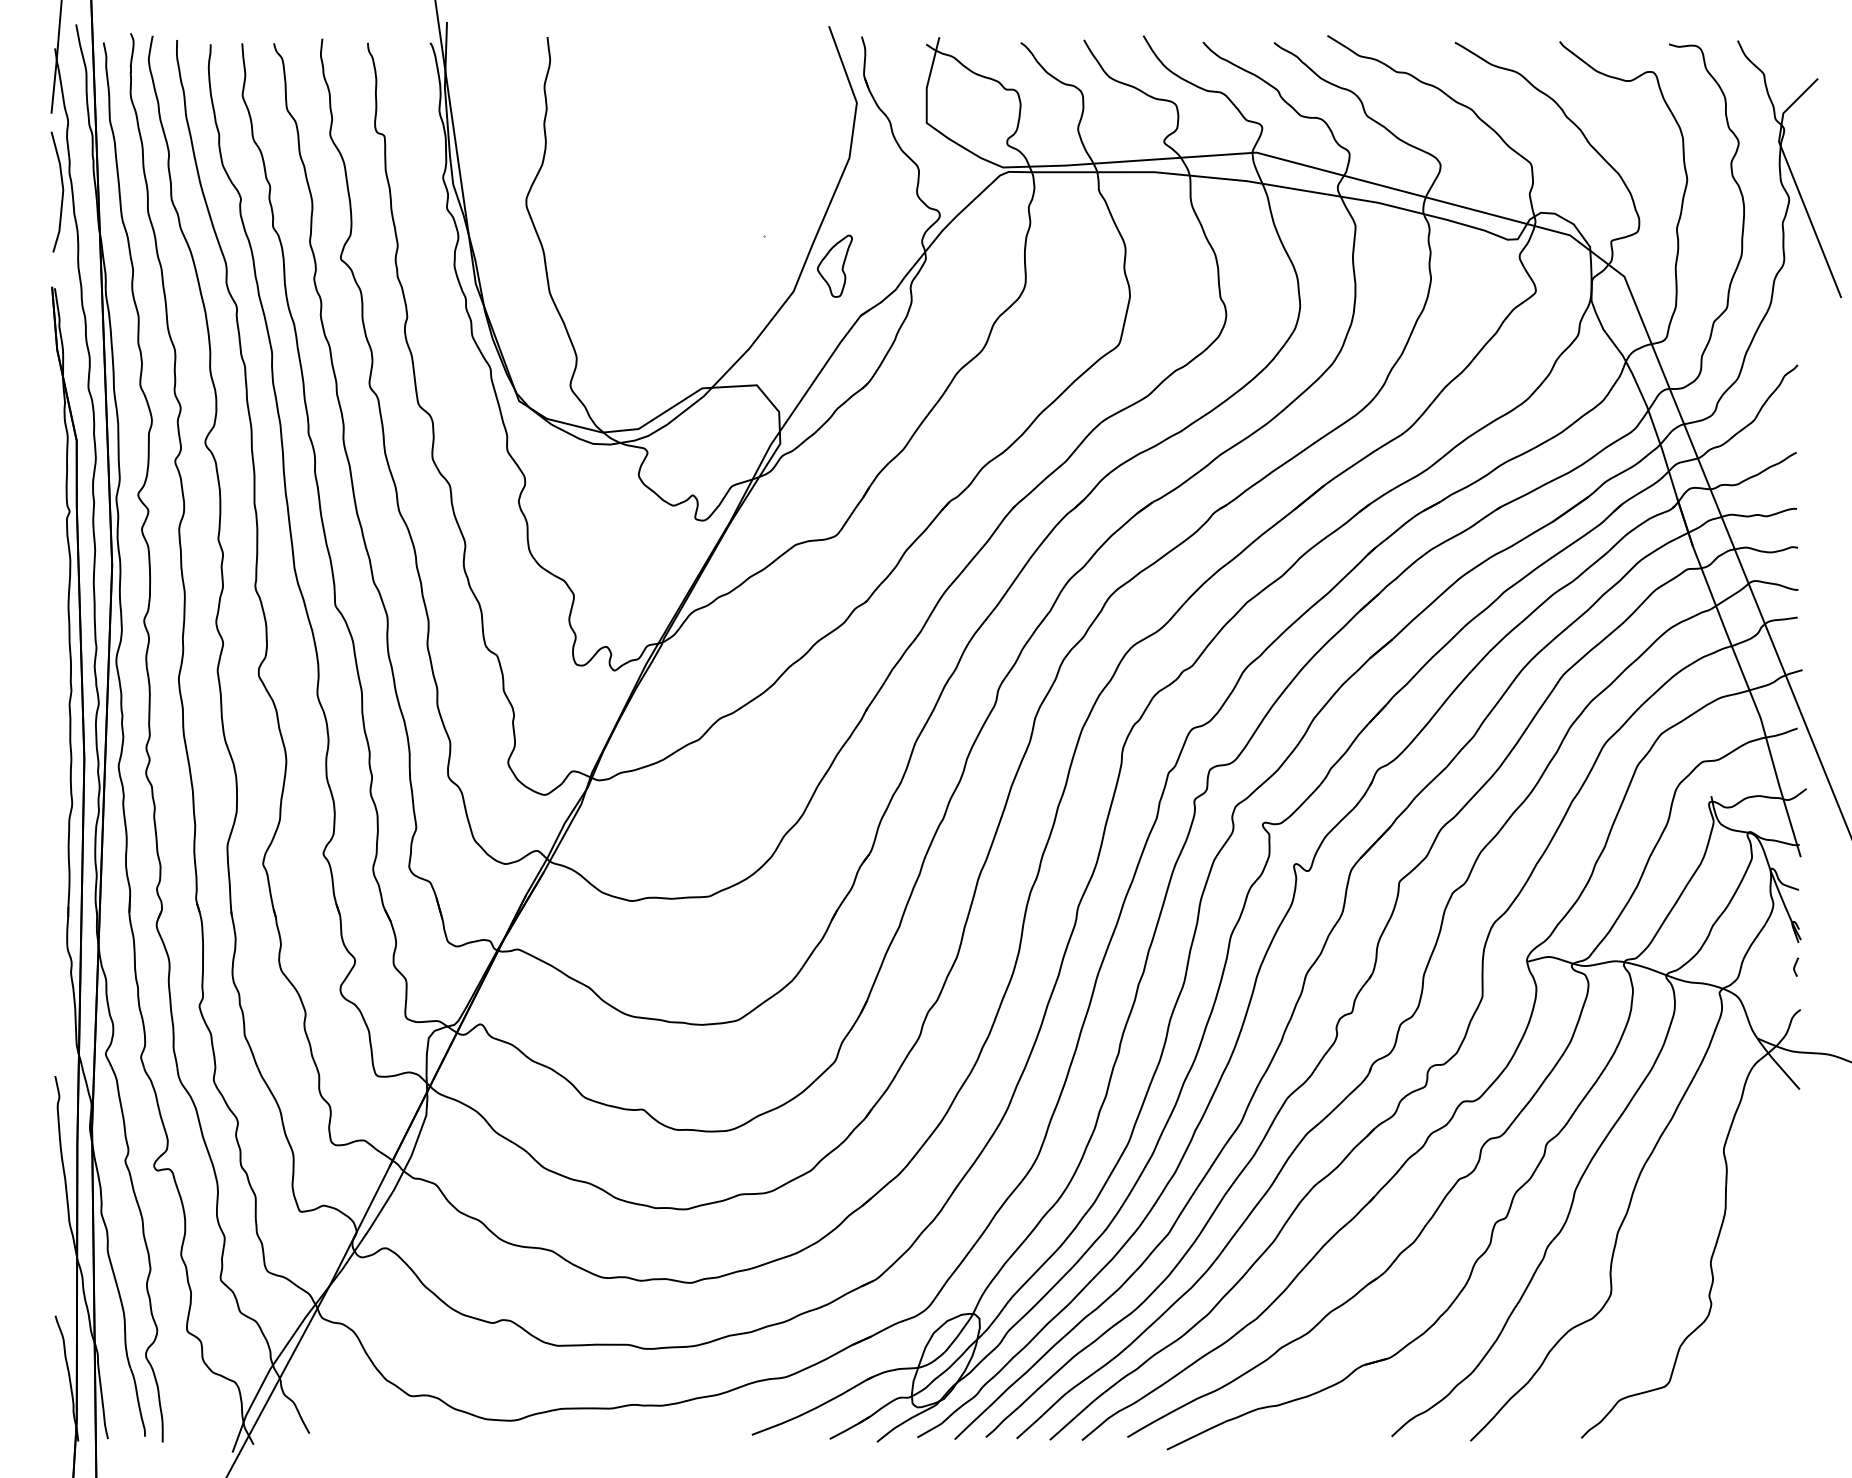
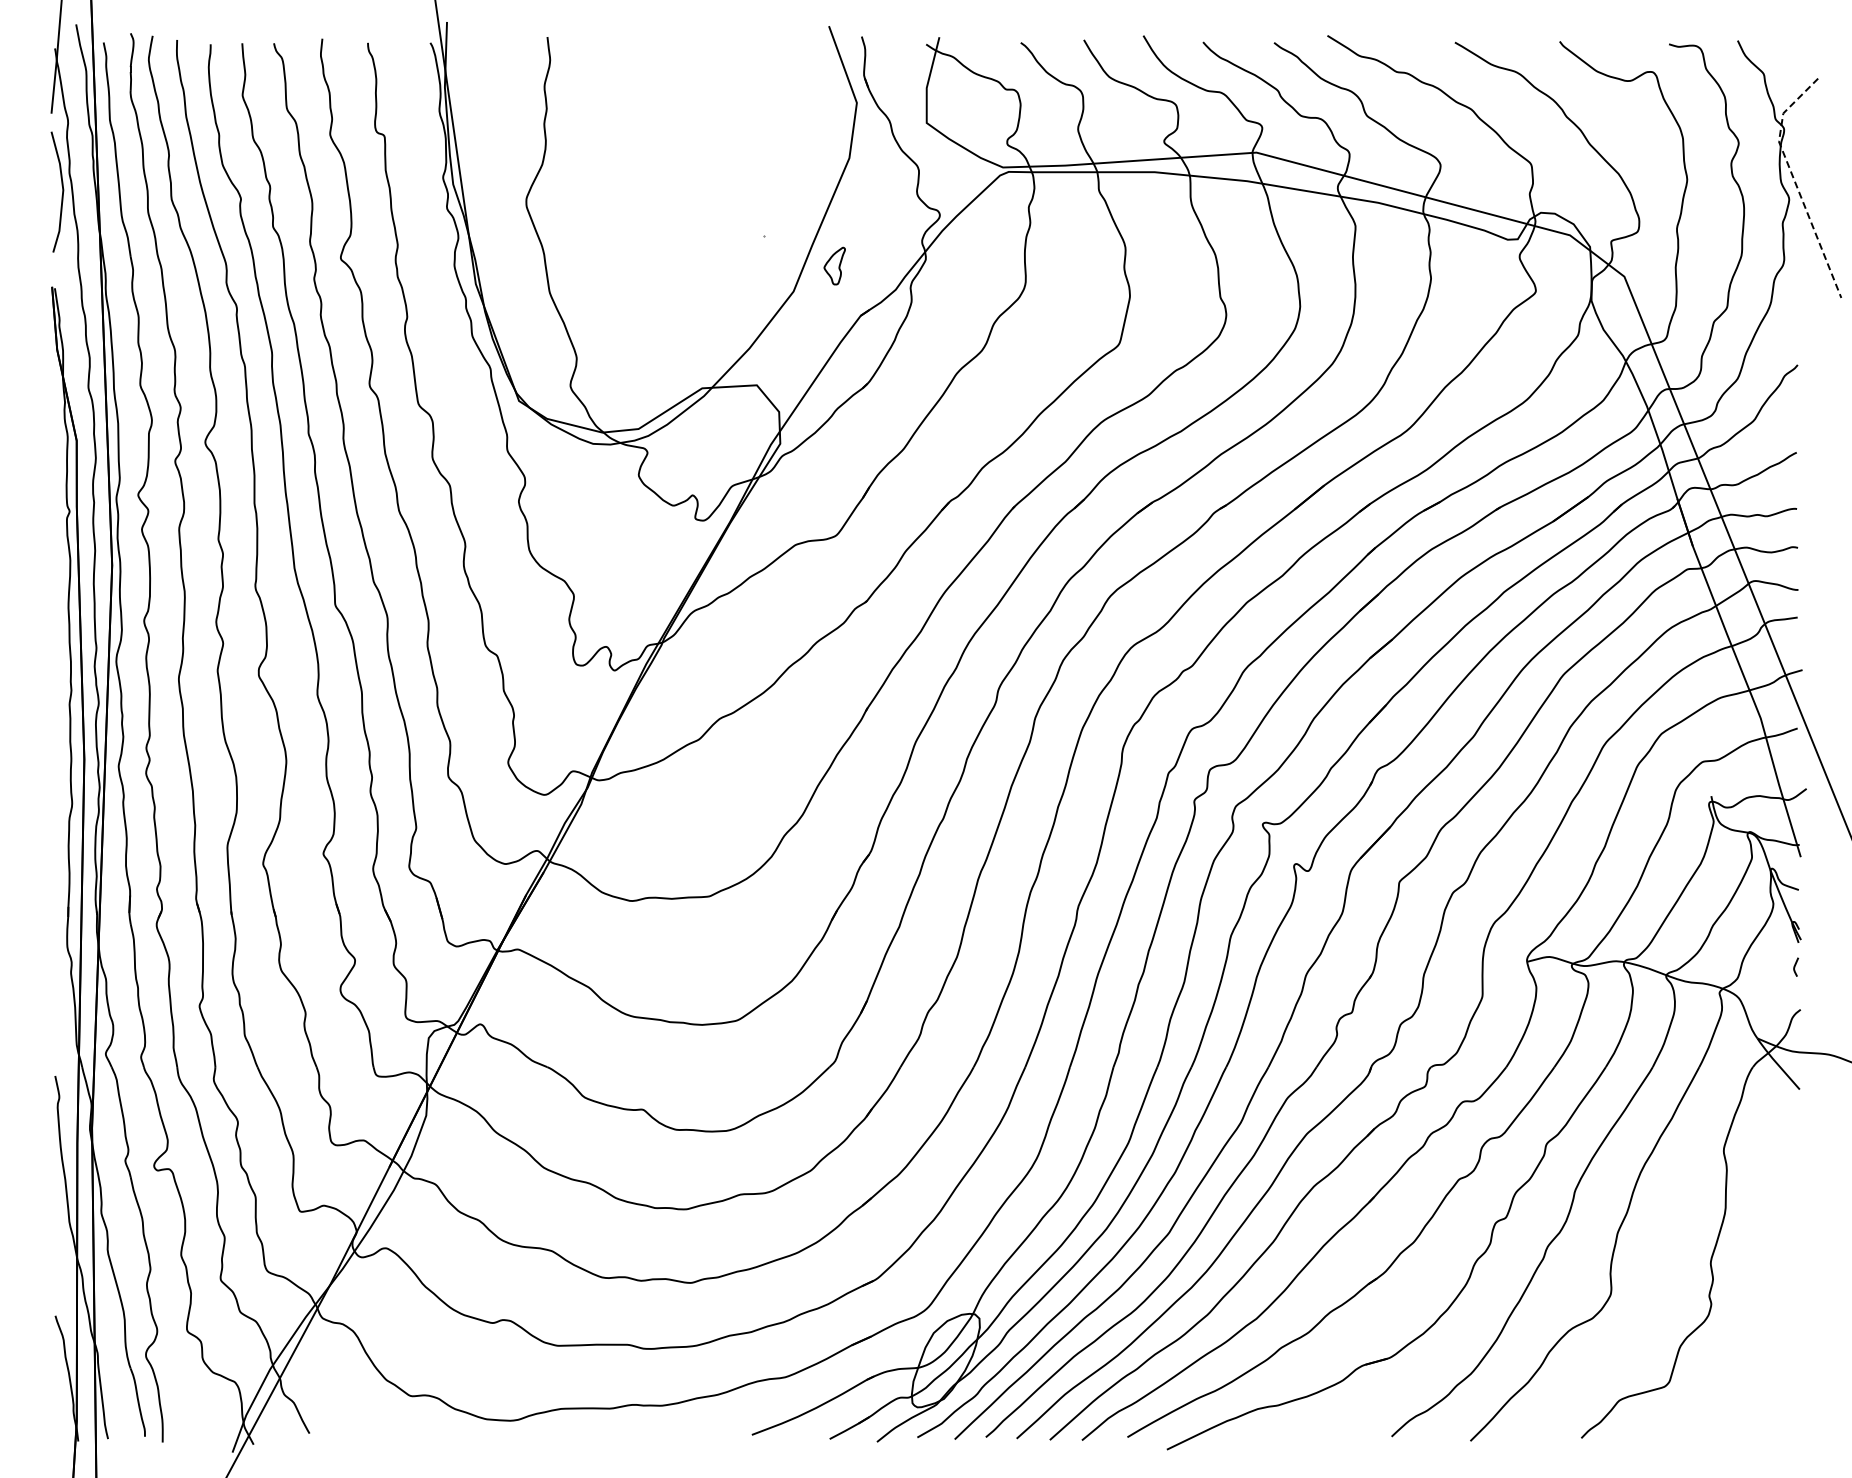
line at (1795, 182): solid -> dashed
part at (834, 265) size: 37x64 px -> 23x40 px
